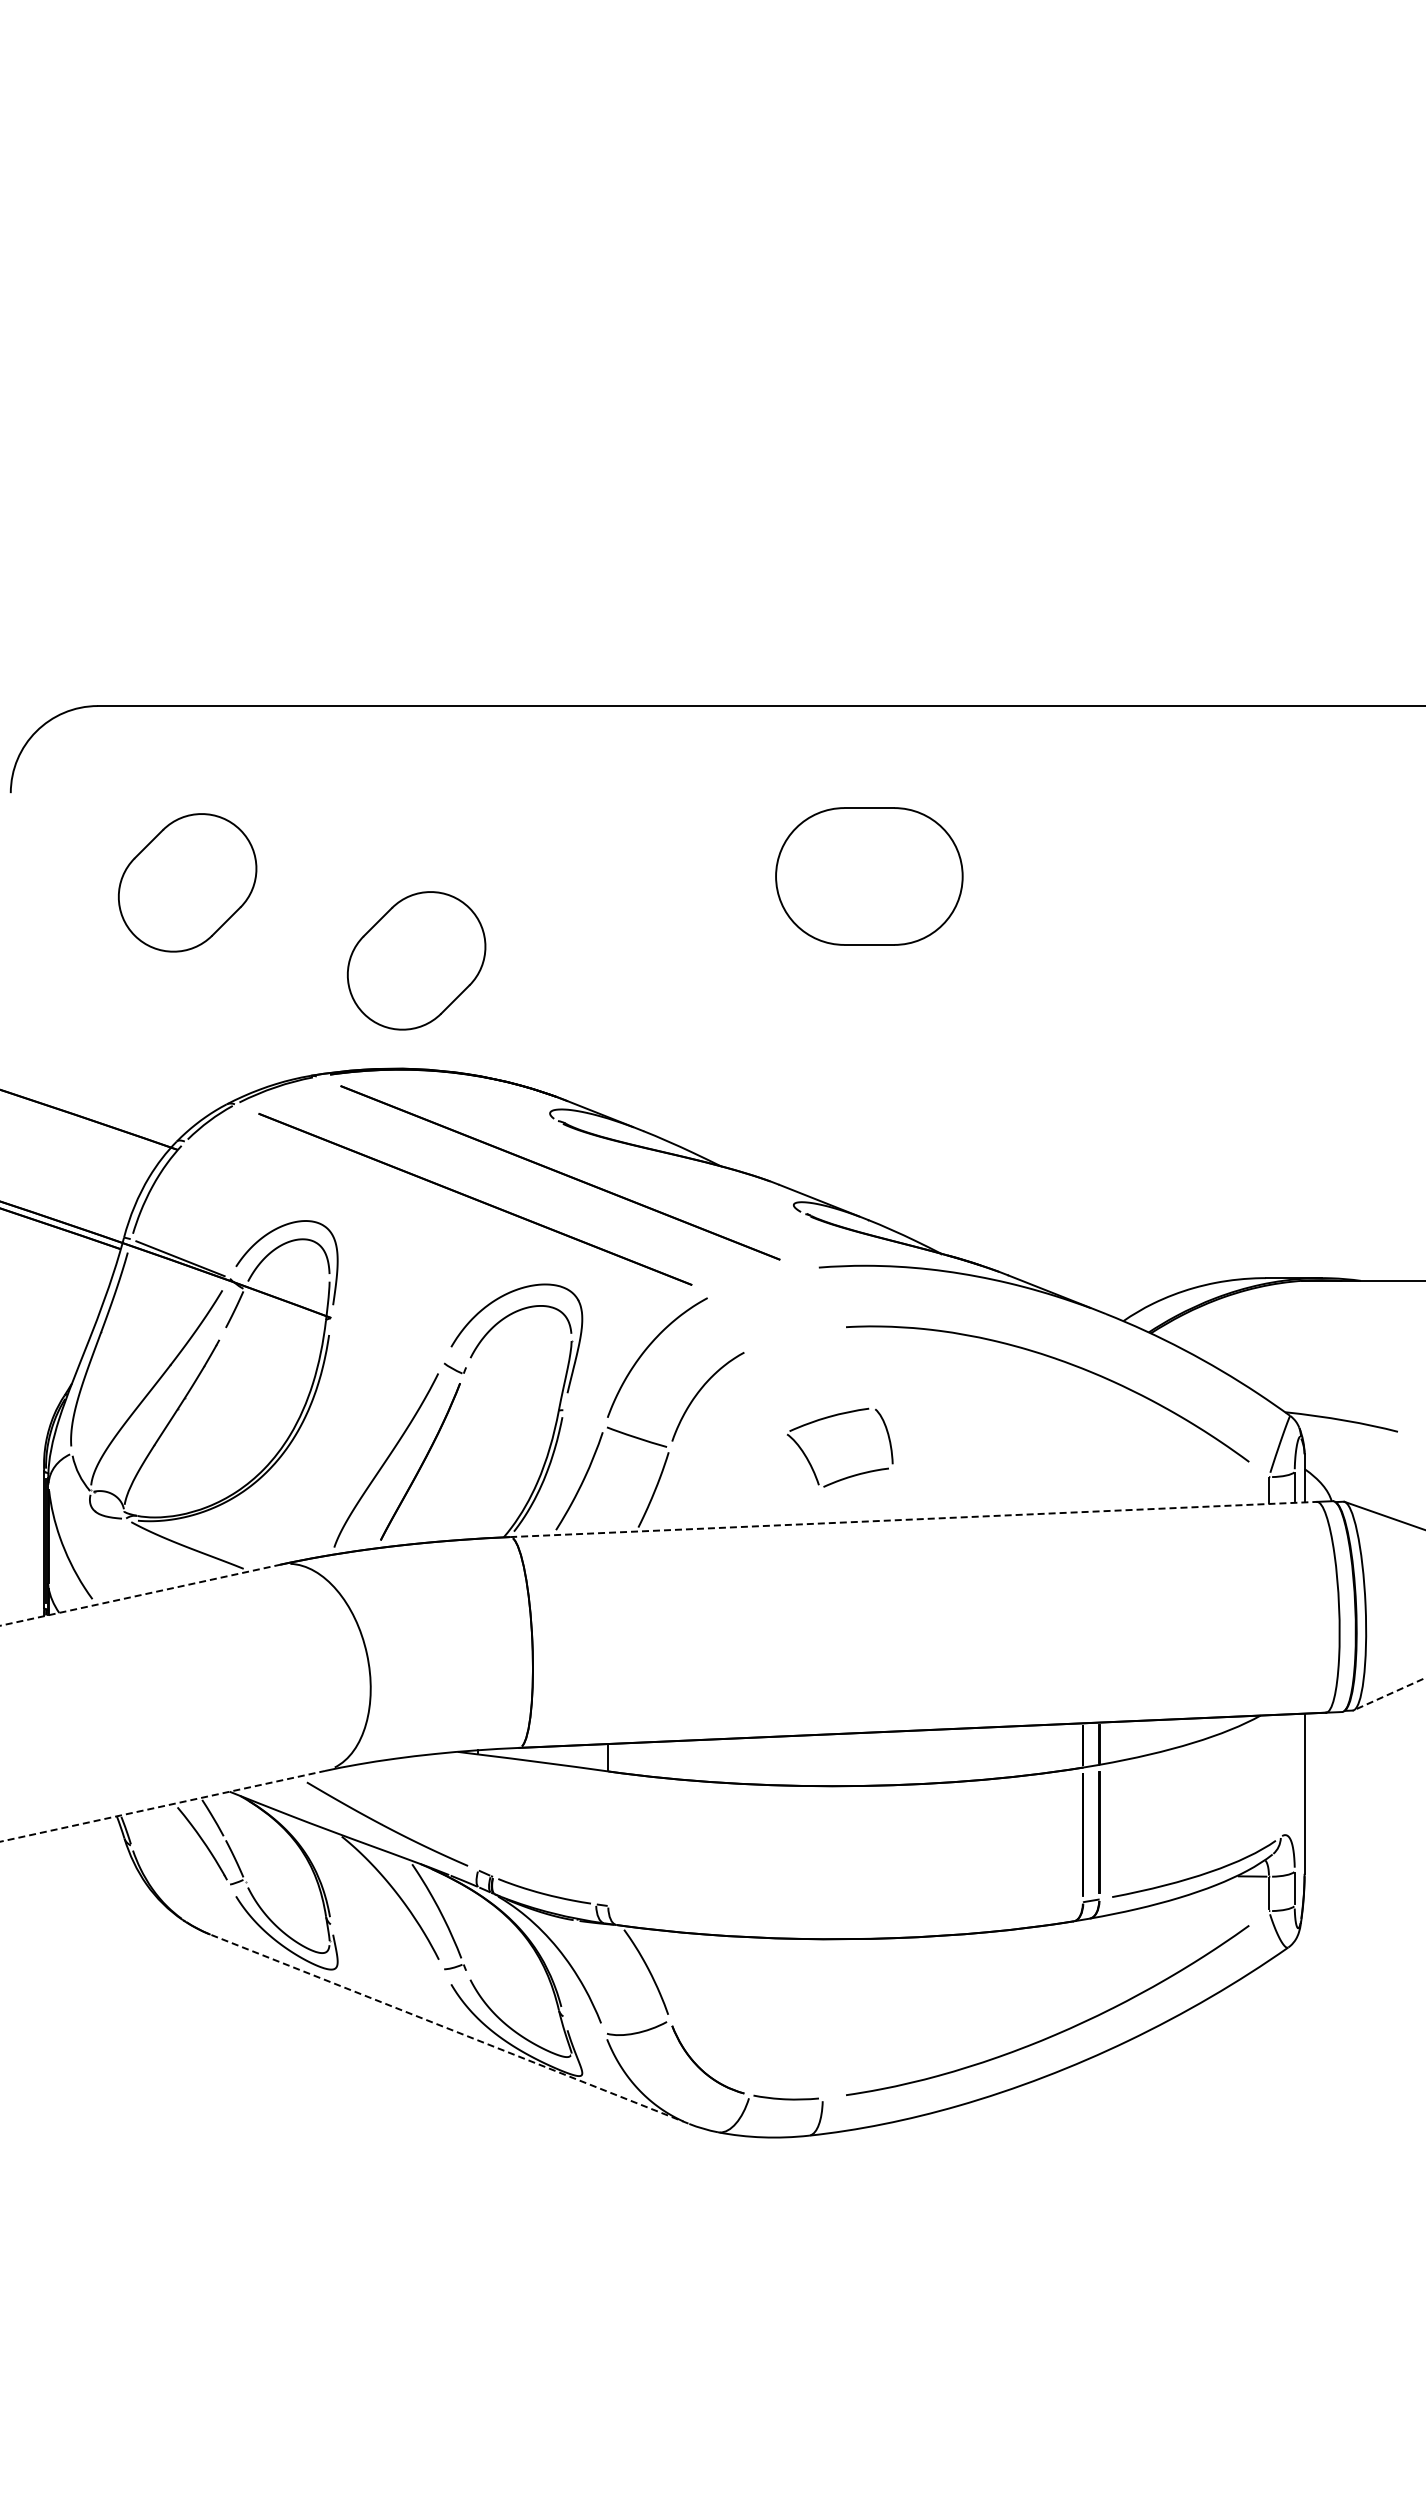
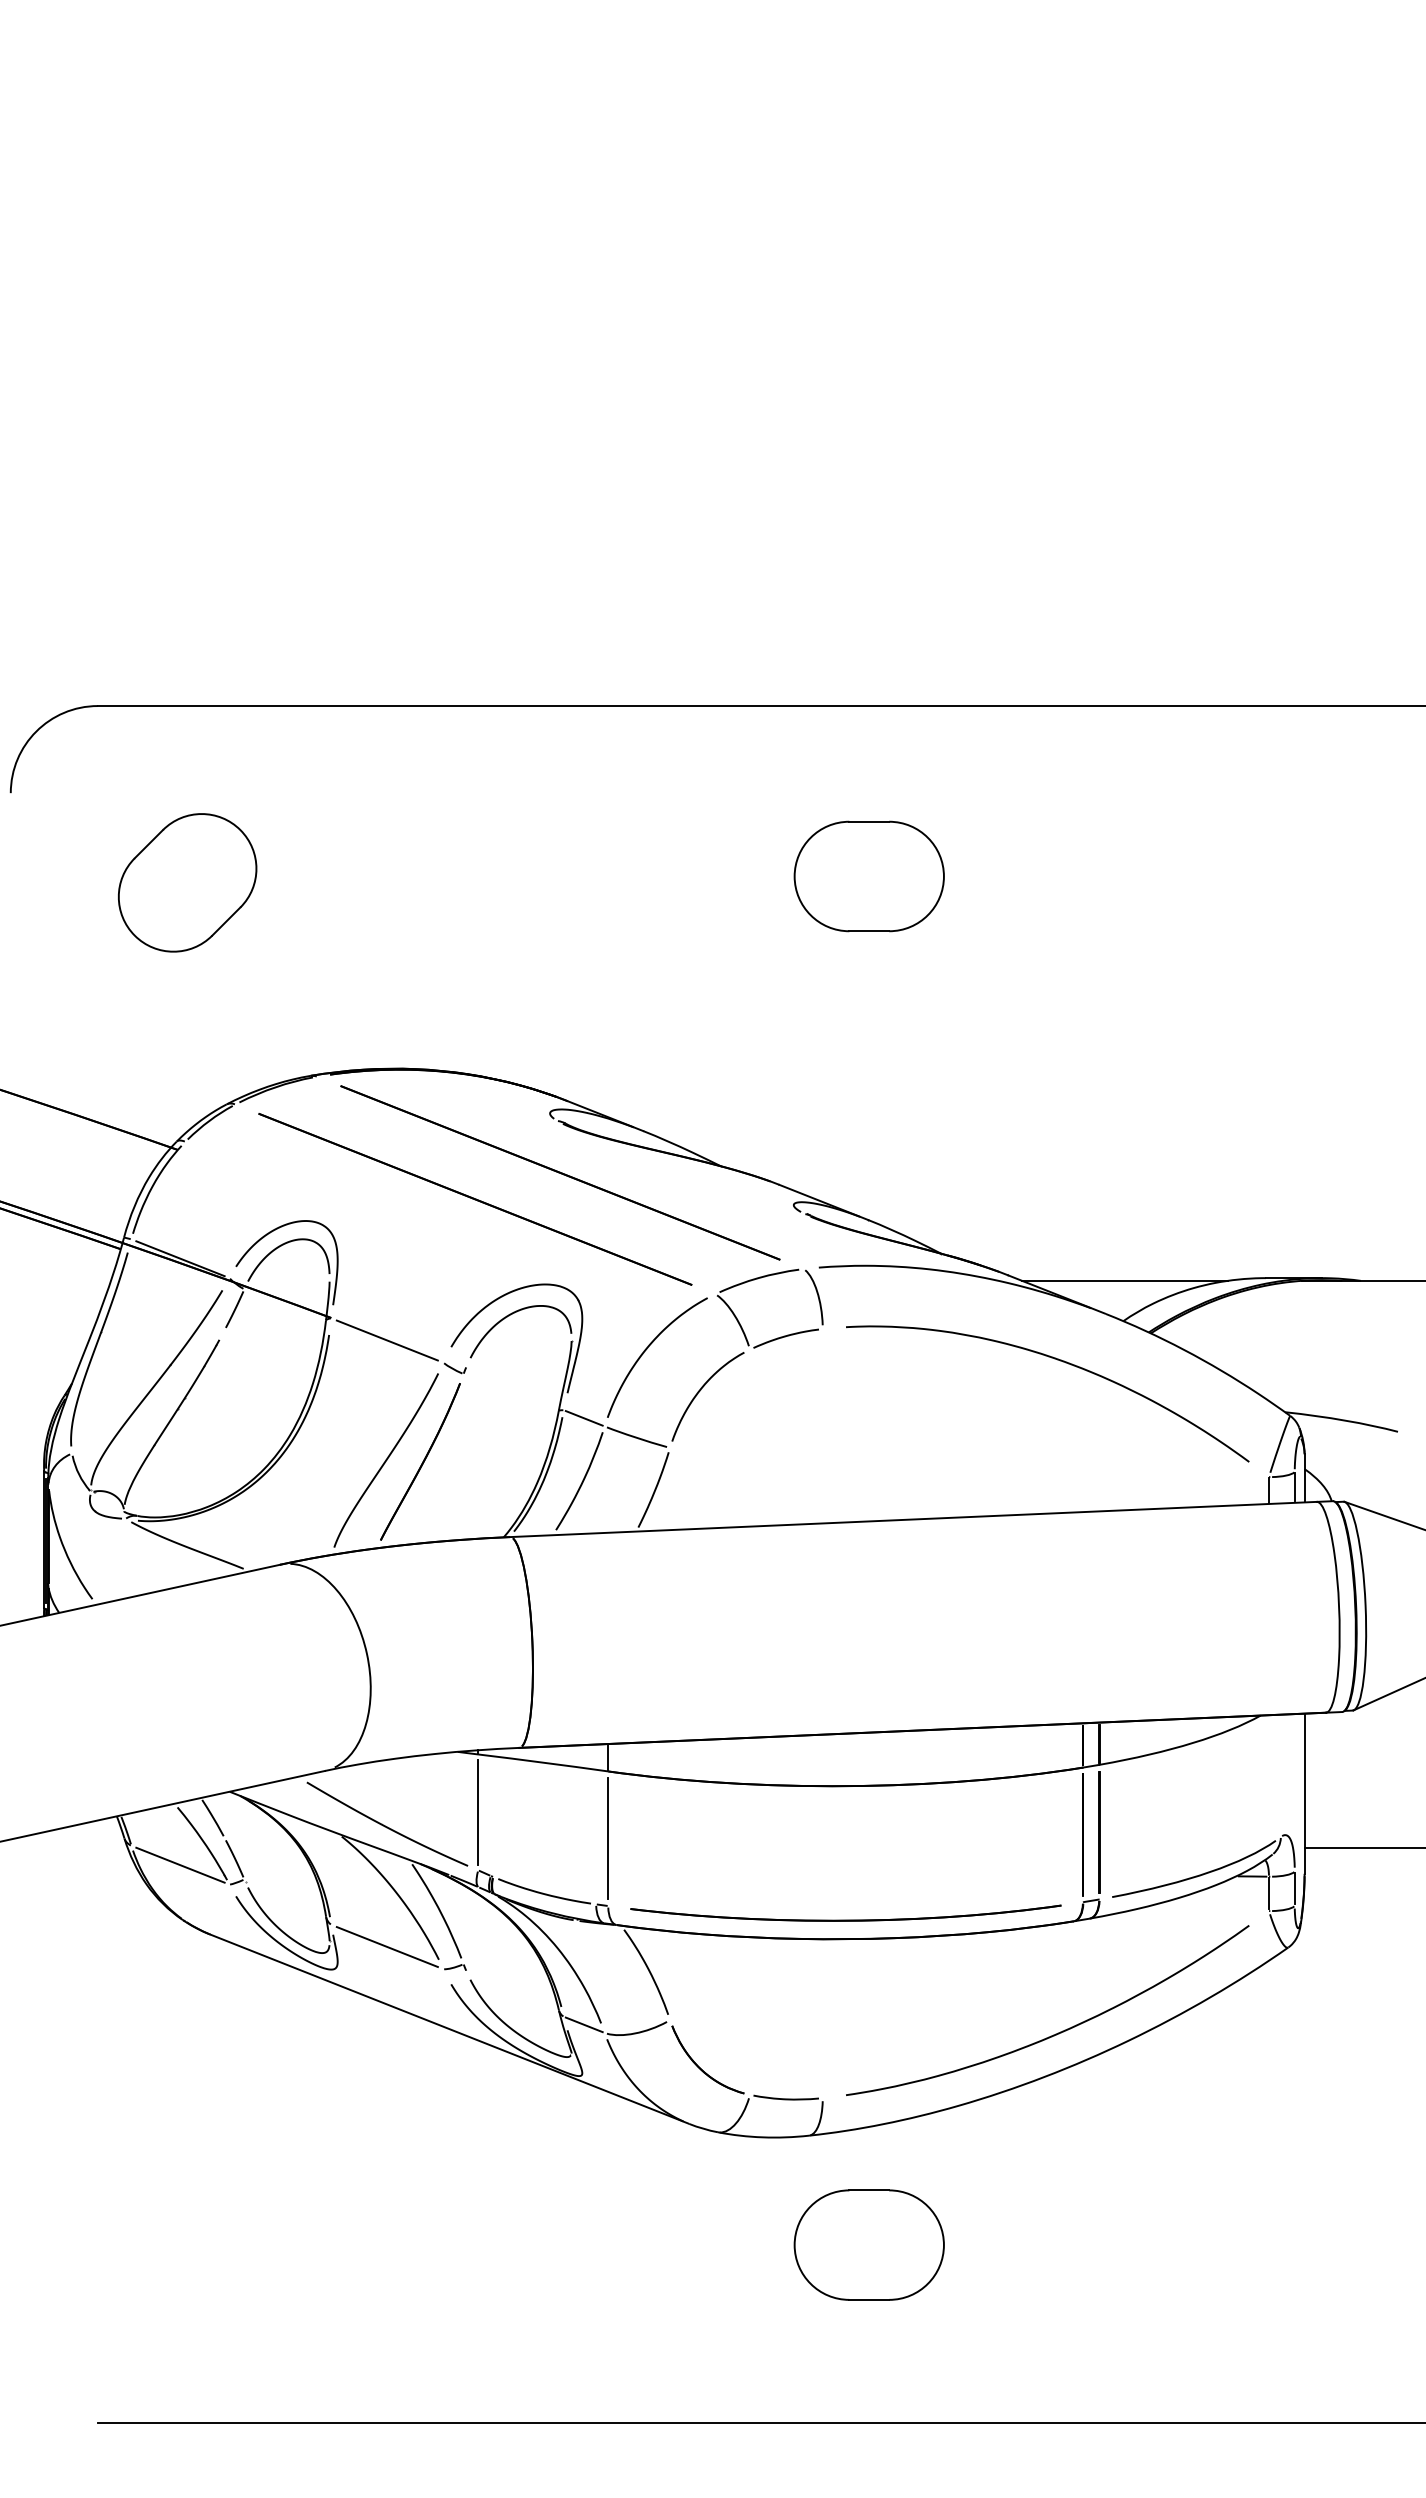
part at (869, 876) size: 189x139 px -> 152x113 px
part at (416, 960): present -> none
line at (1124, 1280): none -> present
line at (386, 1340): none -> present
line at (583, 1418): none -> present
part at (850, 1475) position: (850, 1475) -> (780, 1336)
line at (913, 1519): dashed -> solid
line at (140, 1595): dashed -> solid
line at (1389, 1694): dashed -> solid
line at (162, 1806): dashed -> solid
line at (478, 1812): none -> present
line at (608, 1838): none -> present
line at (1363, 1848): none -> present
line at (180, 1864): none -> present
part at (845, 1919): none -> present
line at (386, 1946): none -> present
line at (583, 2024): none -> present
line at (449, 2029): dashed -> solid
part at (868, 2244): none -> present
line at (759, 2423): none -> present
